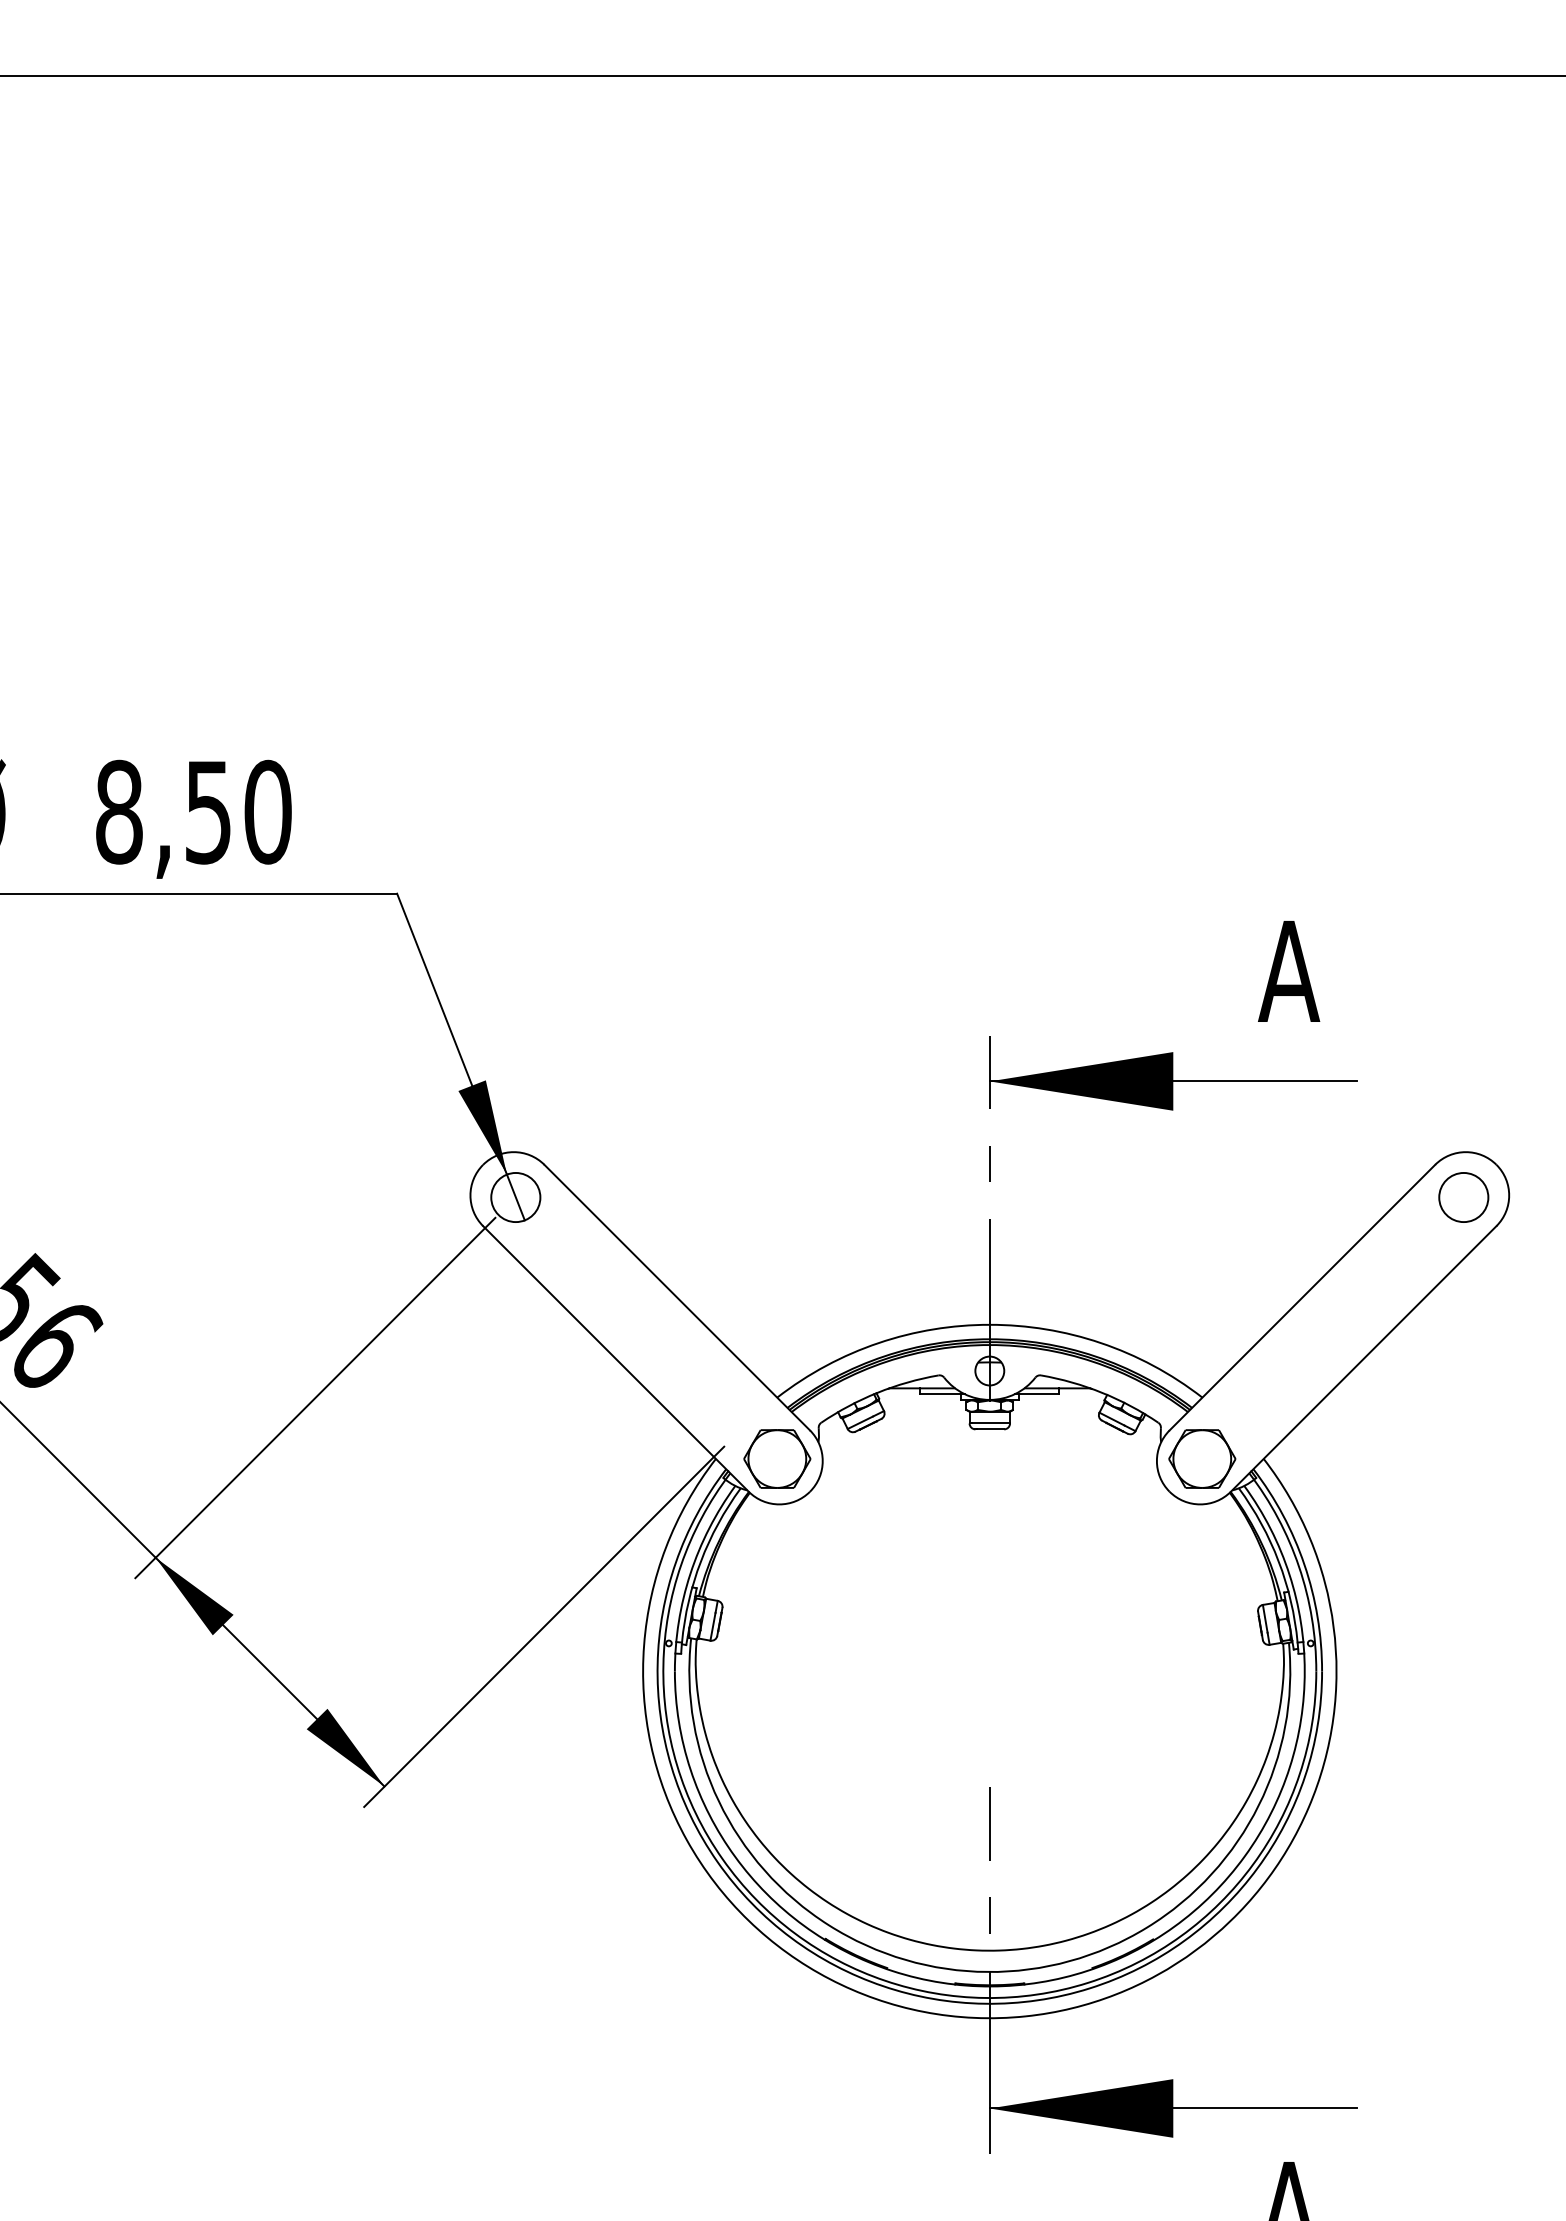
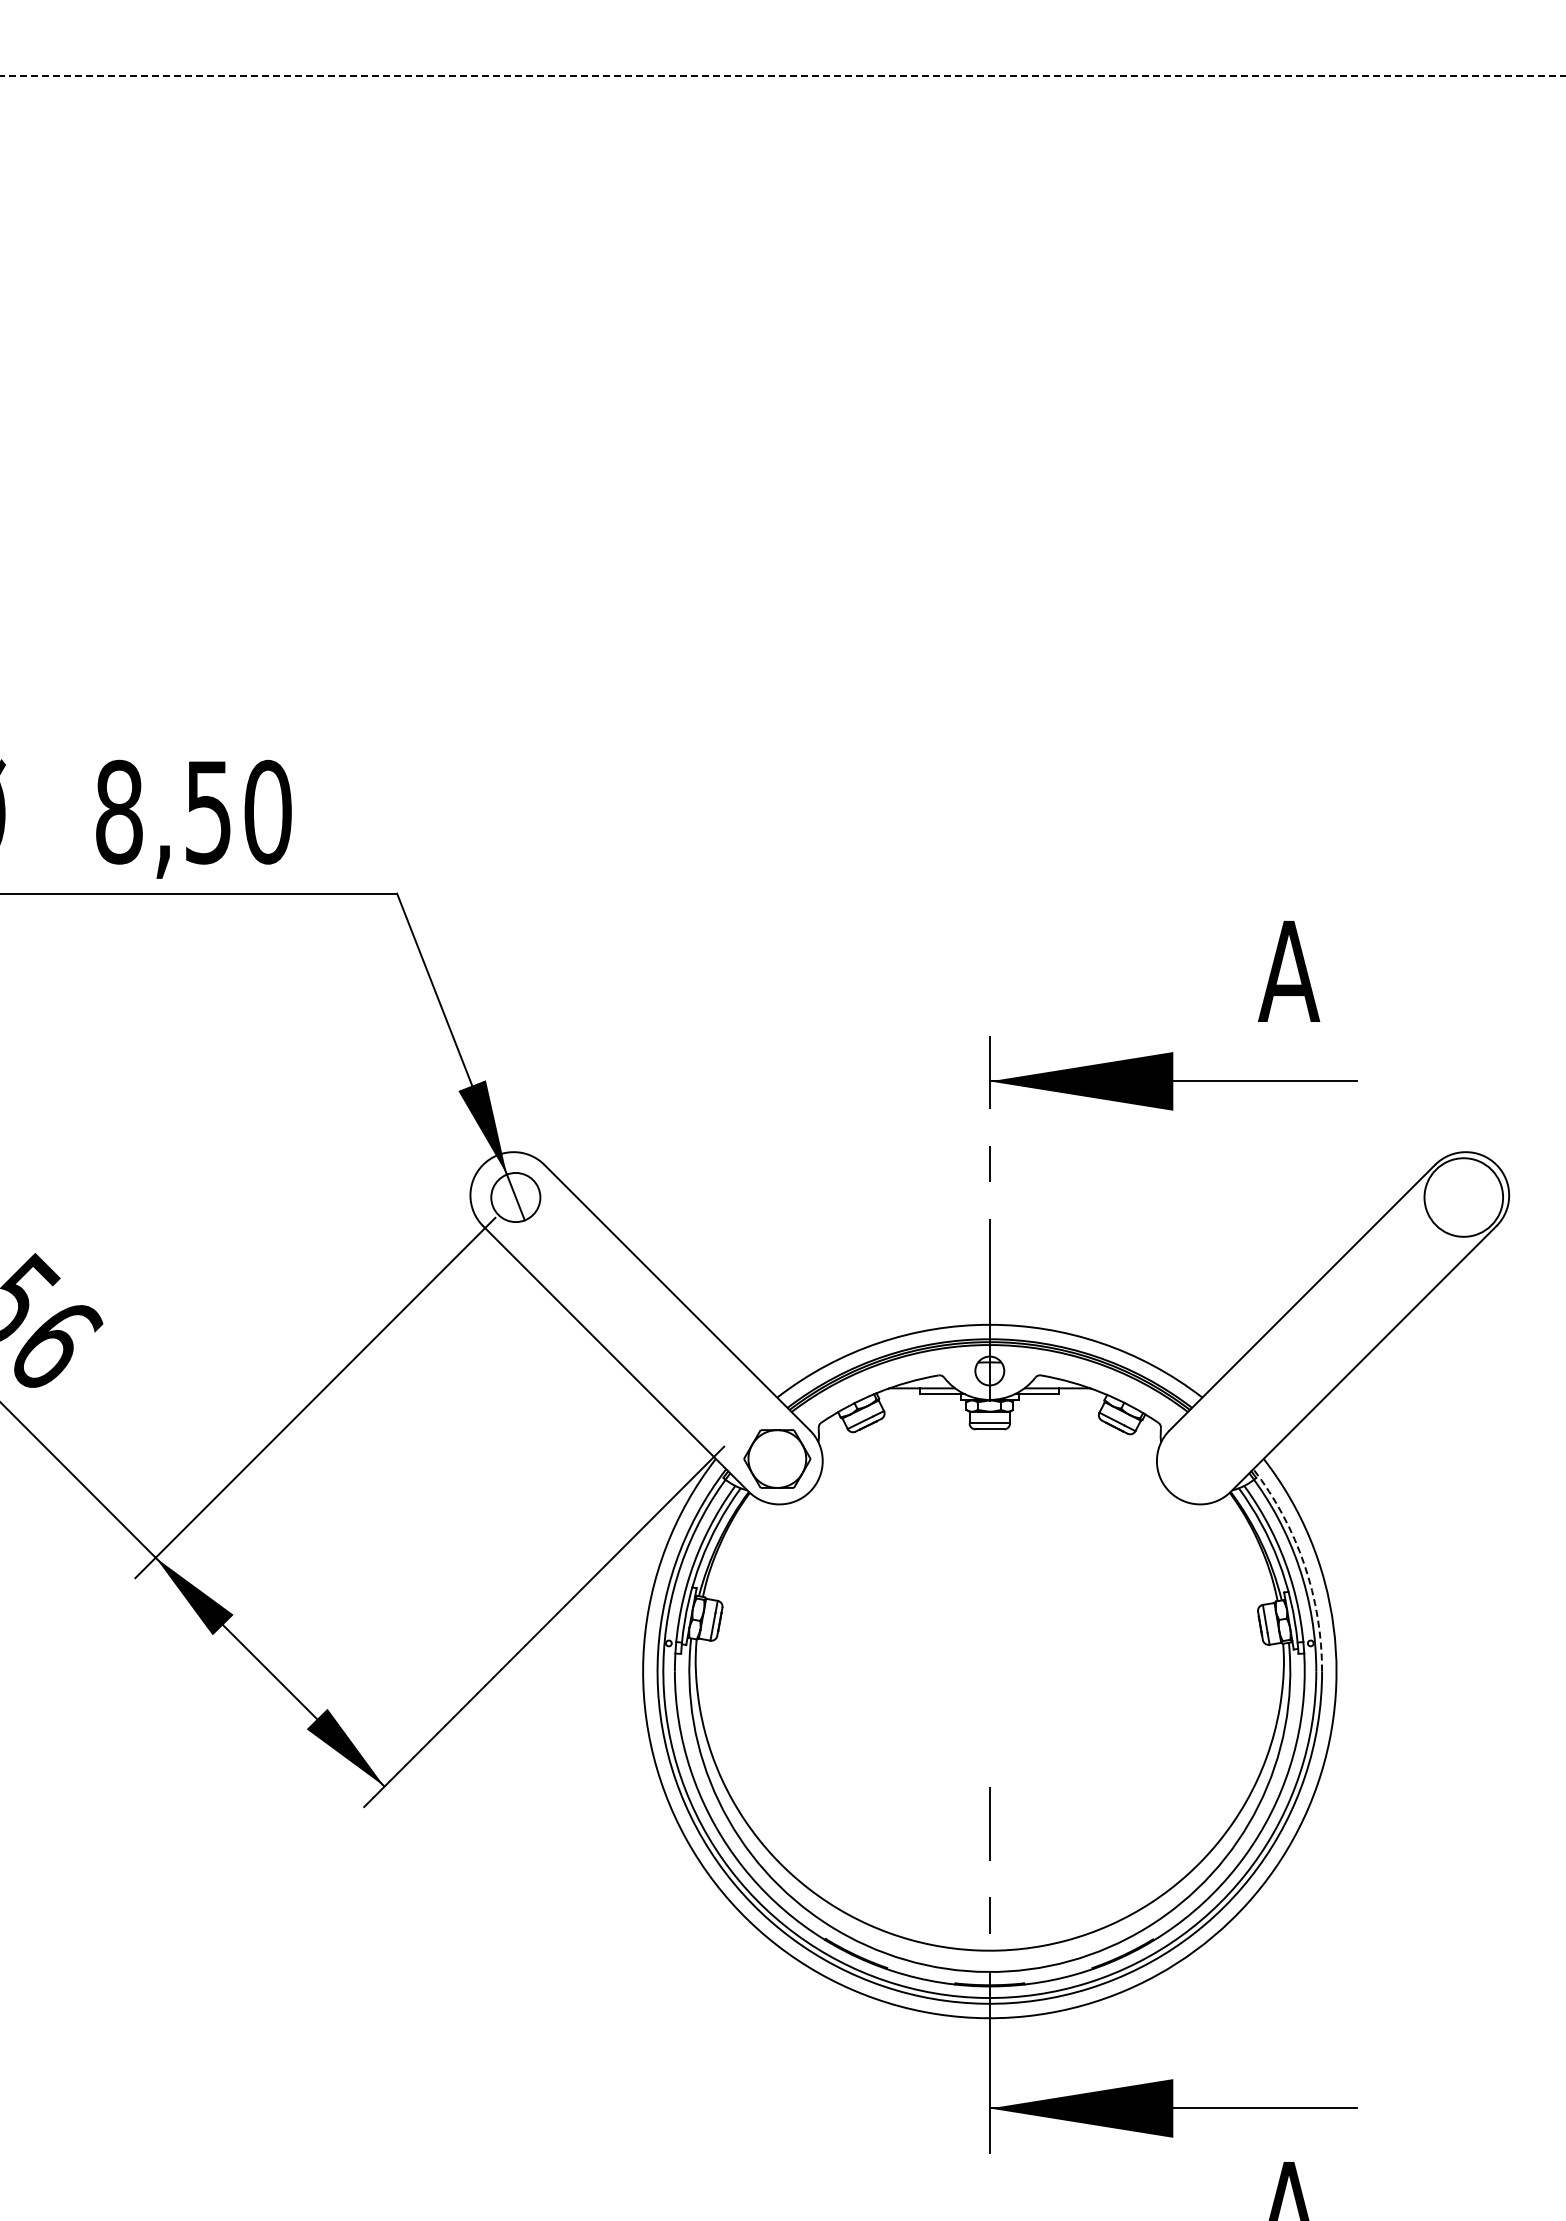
line at (783, 76): solid -> dashed
circle at (1463, 1197) diameter: 49 px -> 79 px
part at (1202, 1458): present -> none
arc at (1304, 1564): solid -> dashed
